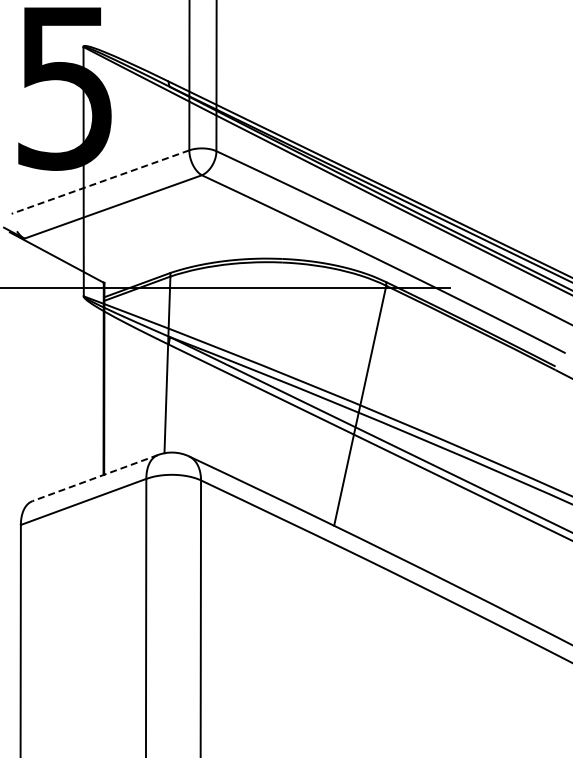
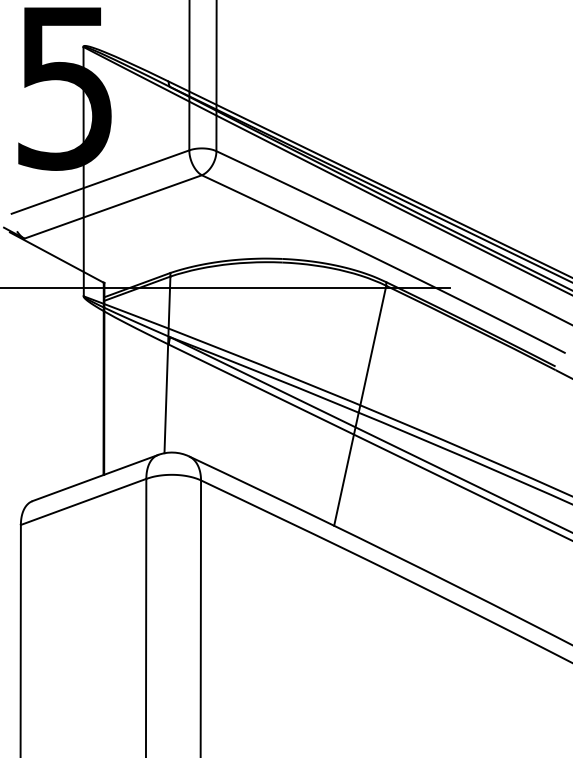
line at (100, 182): dashed -> solid
line at (95, 478): dashed -> solid
